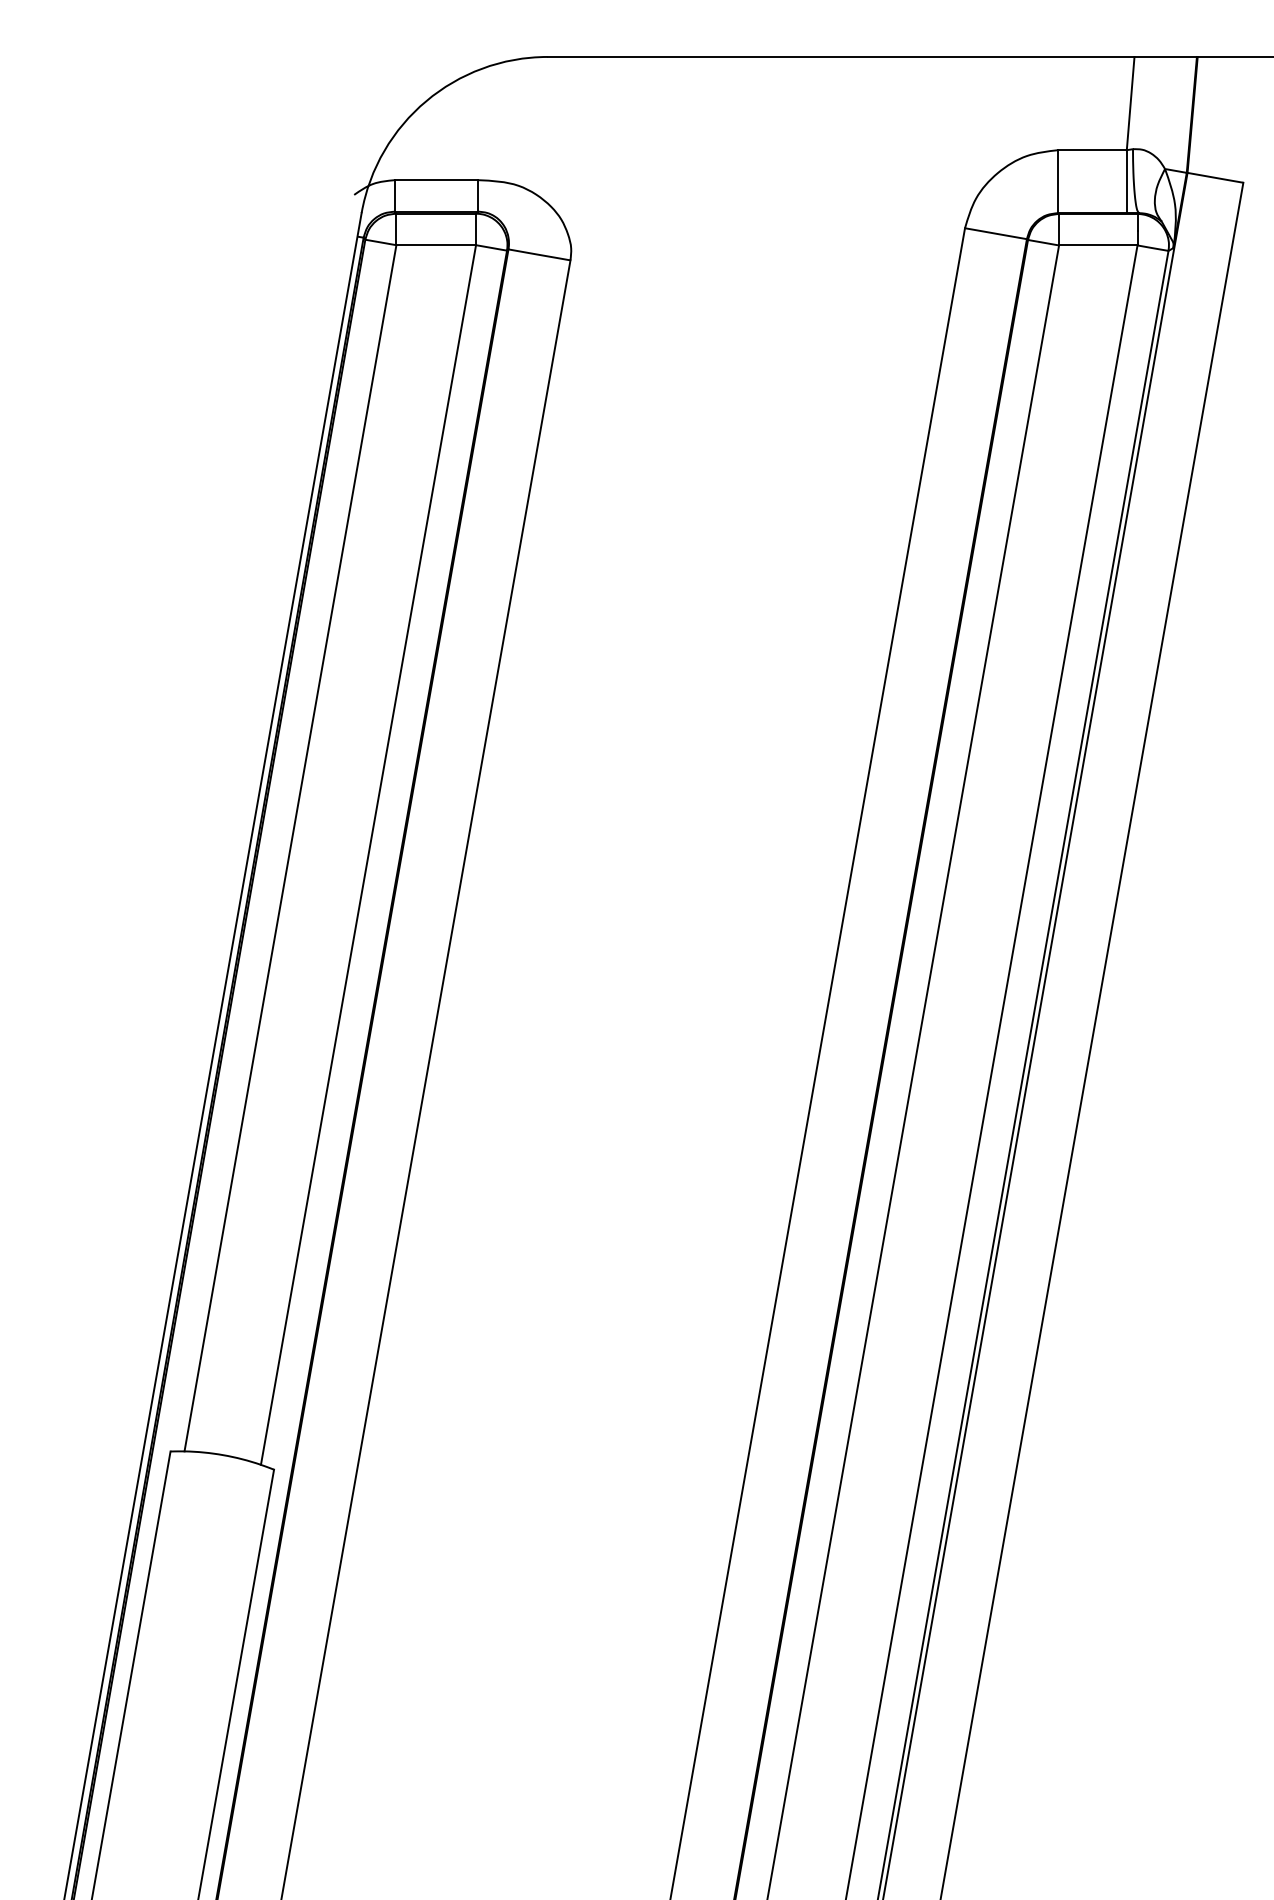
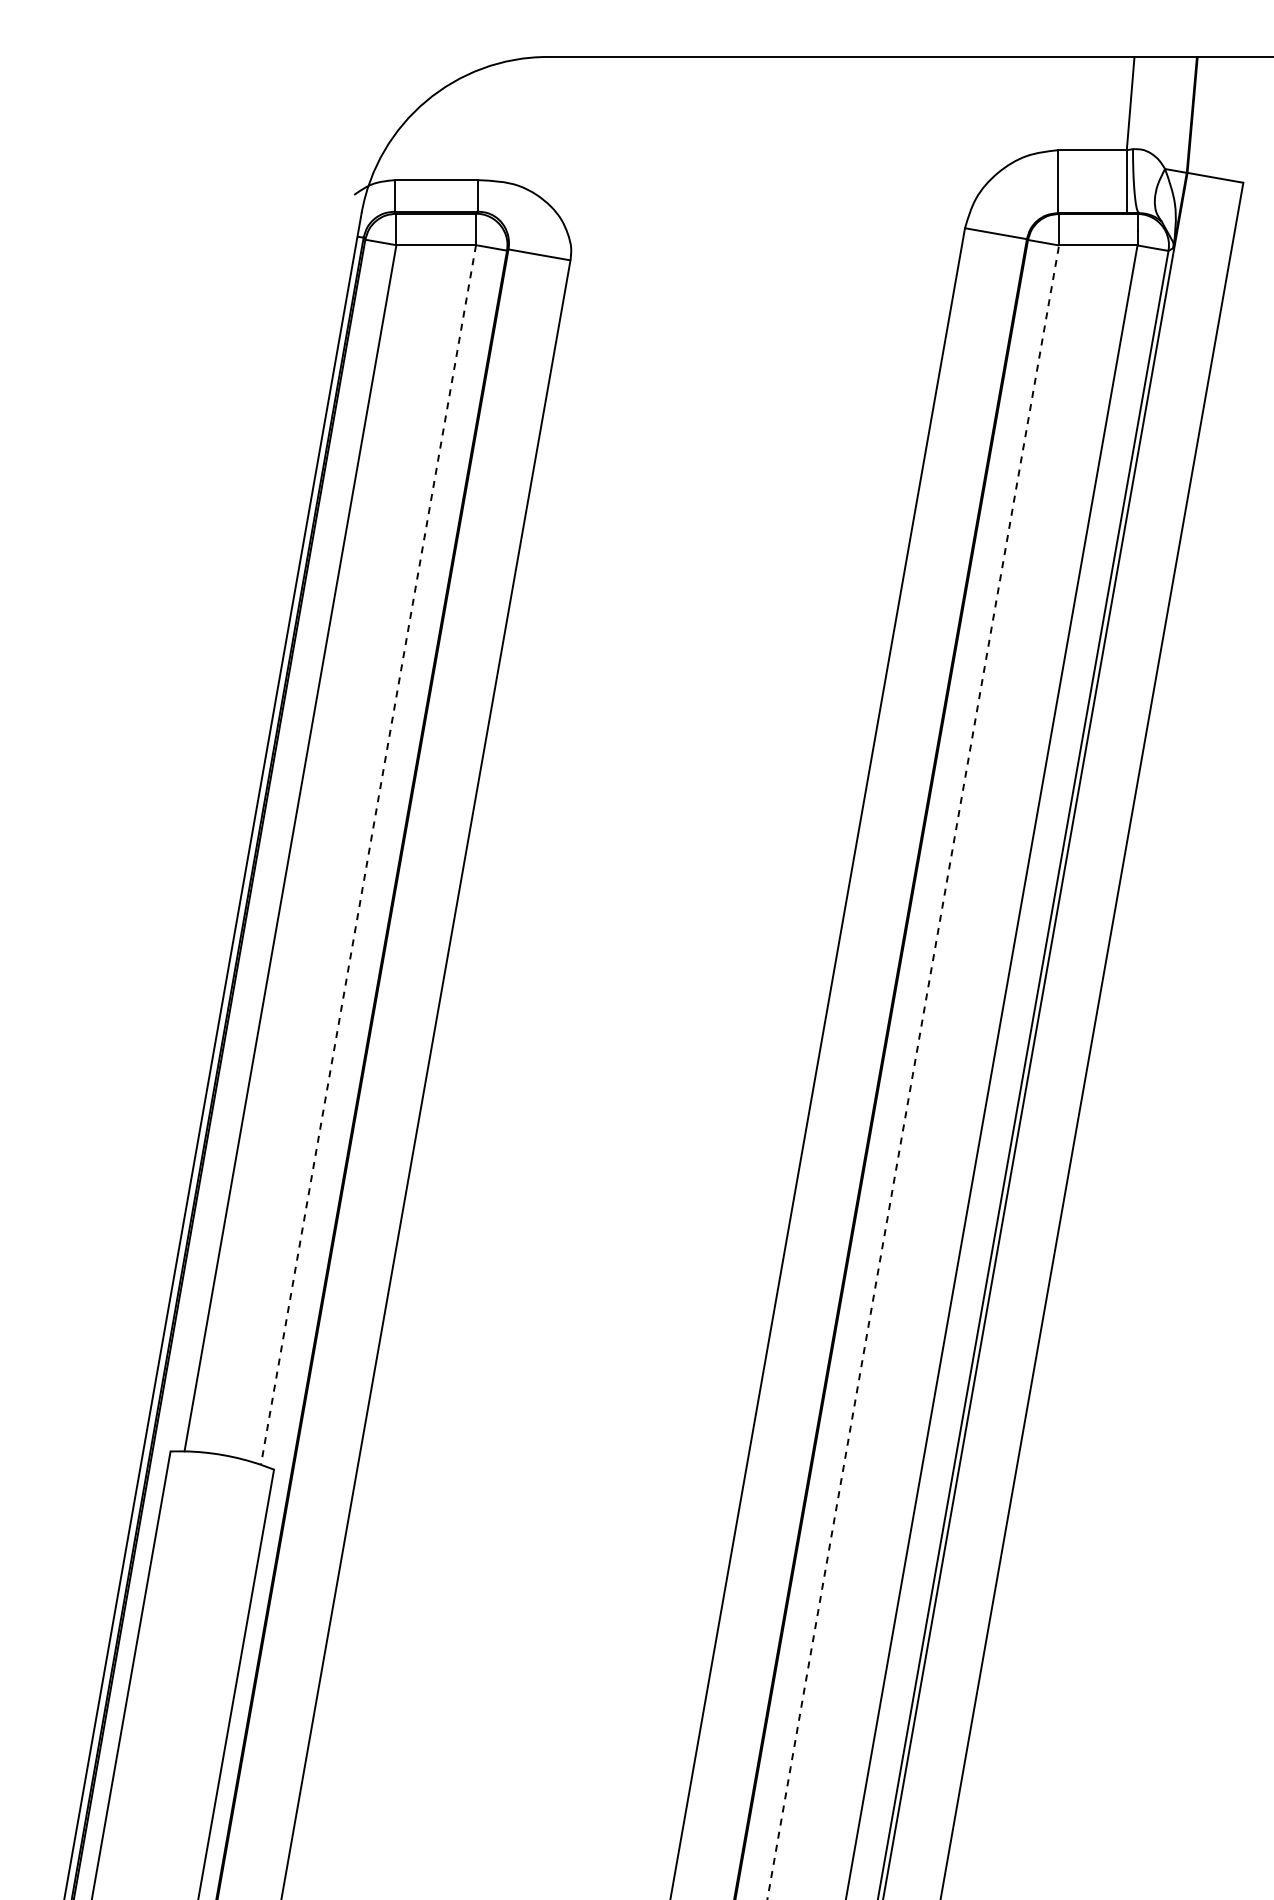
line at (368, 855): solid -> dashed
line at (913, 1072): solid -> dashed
